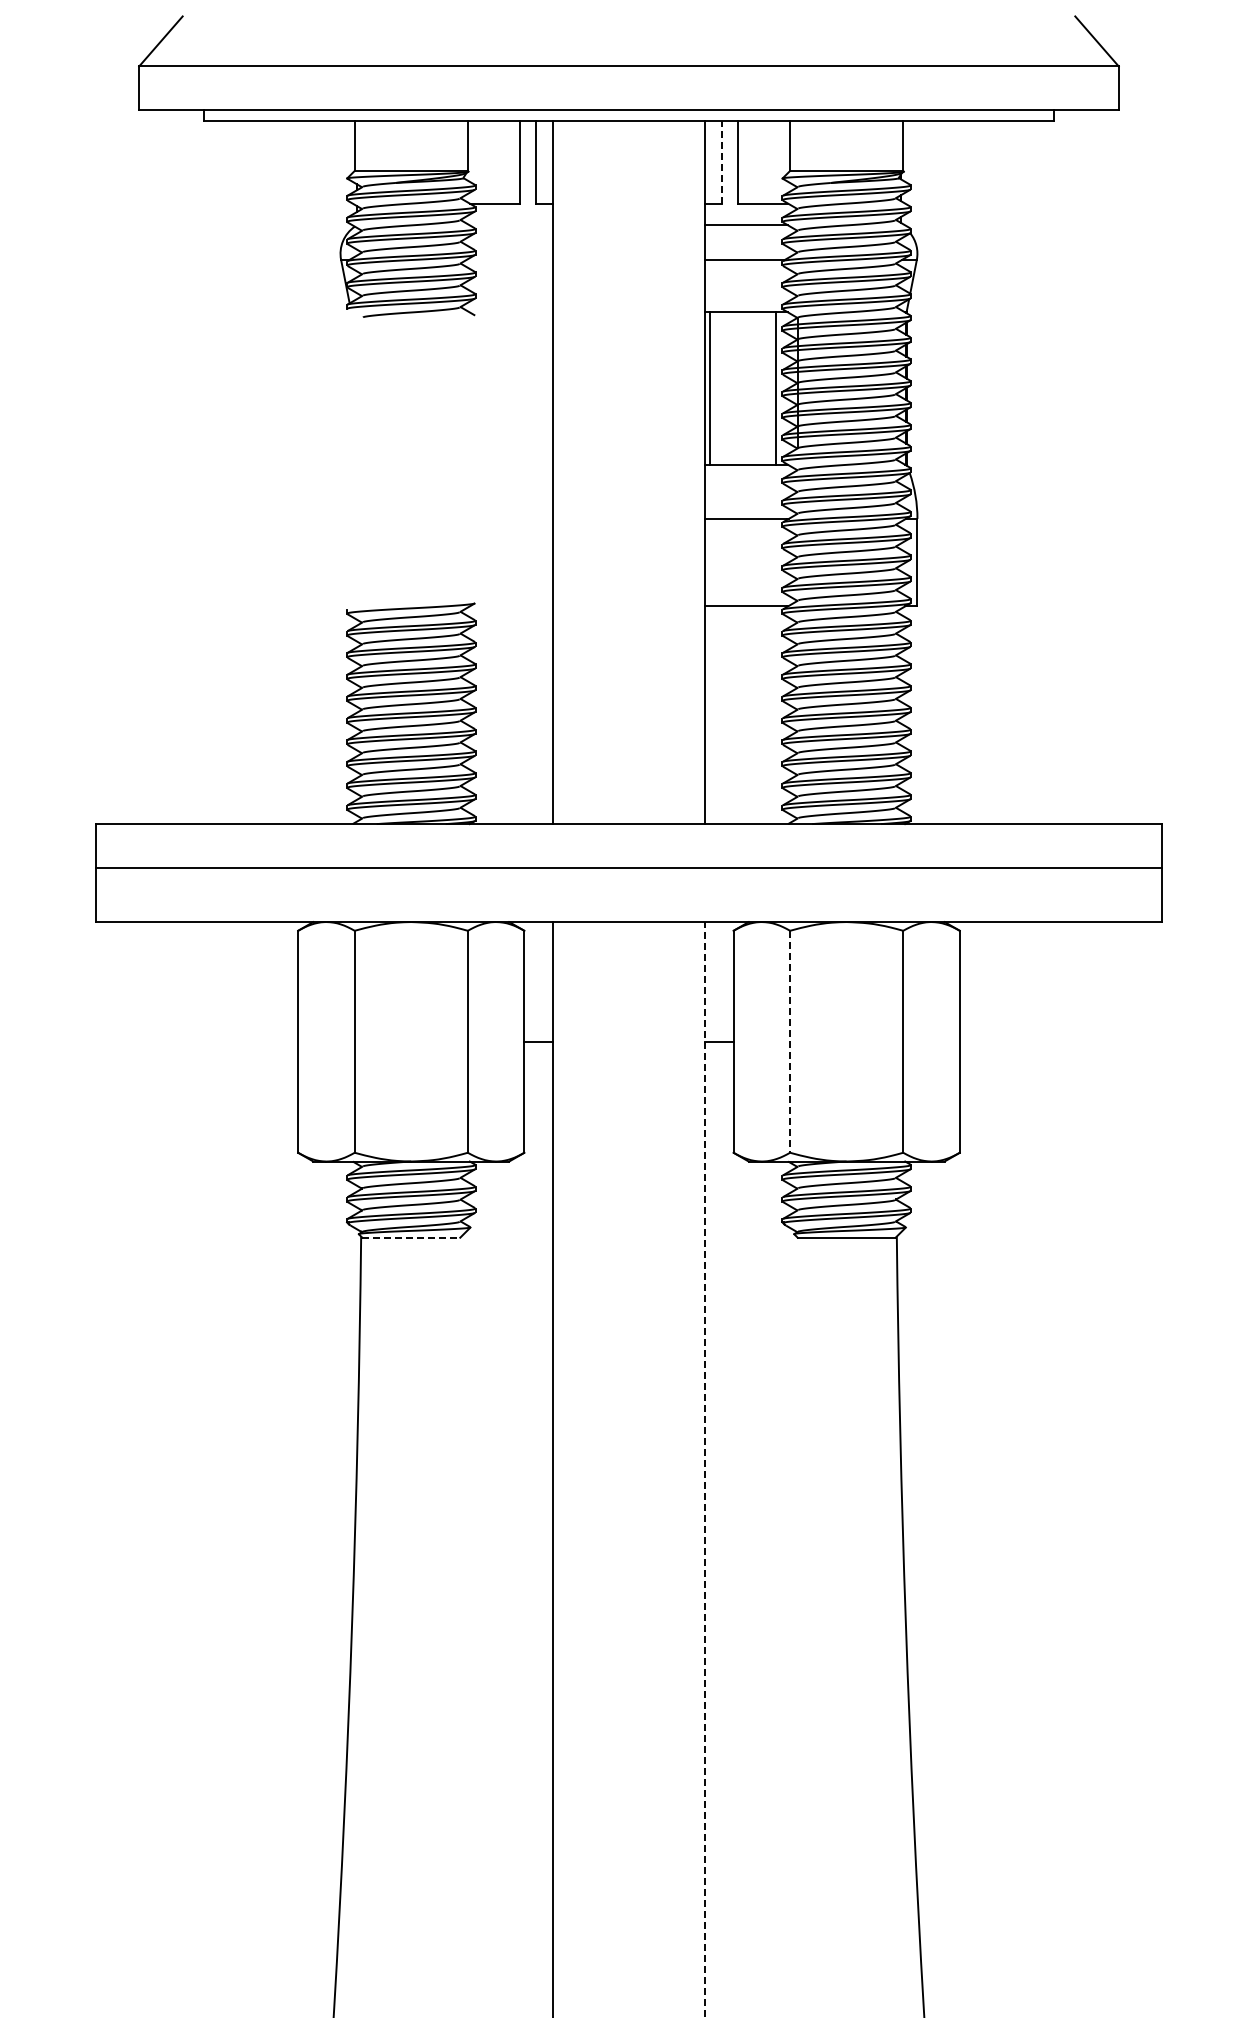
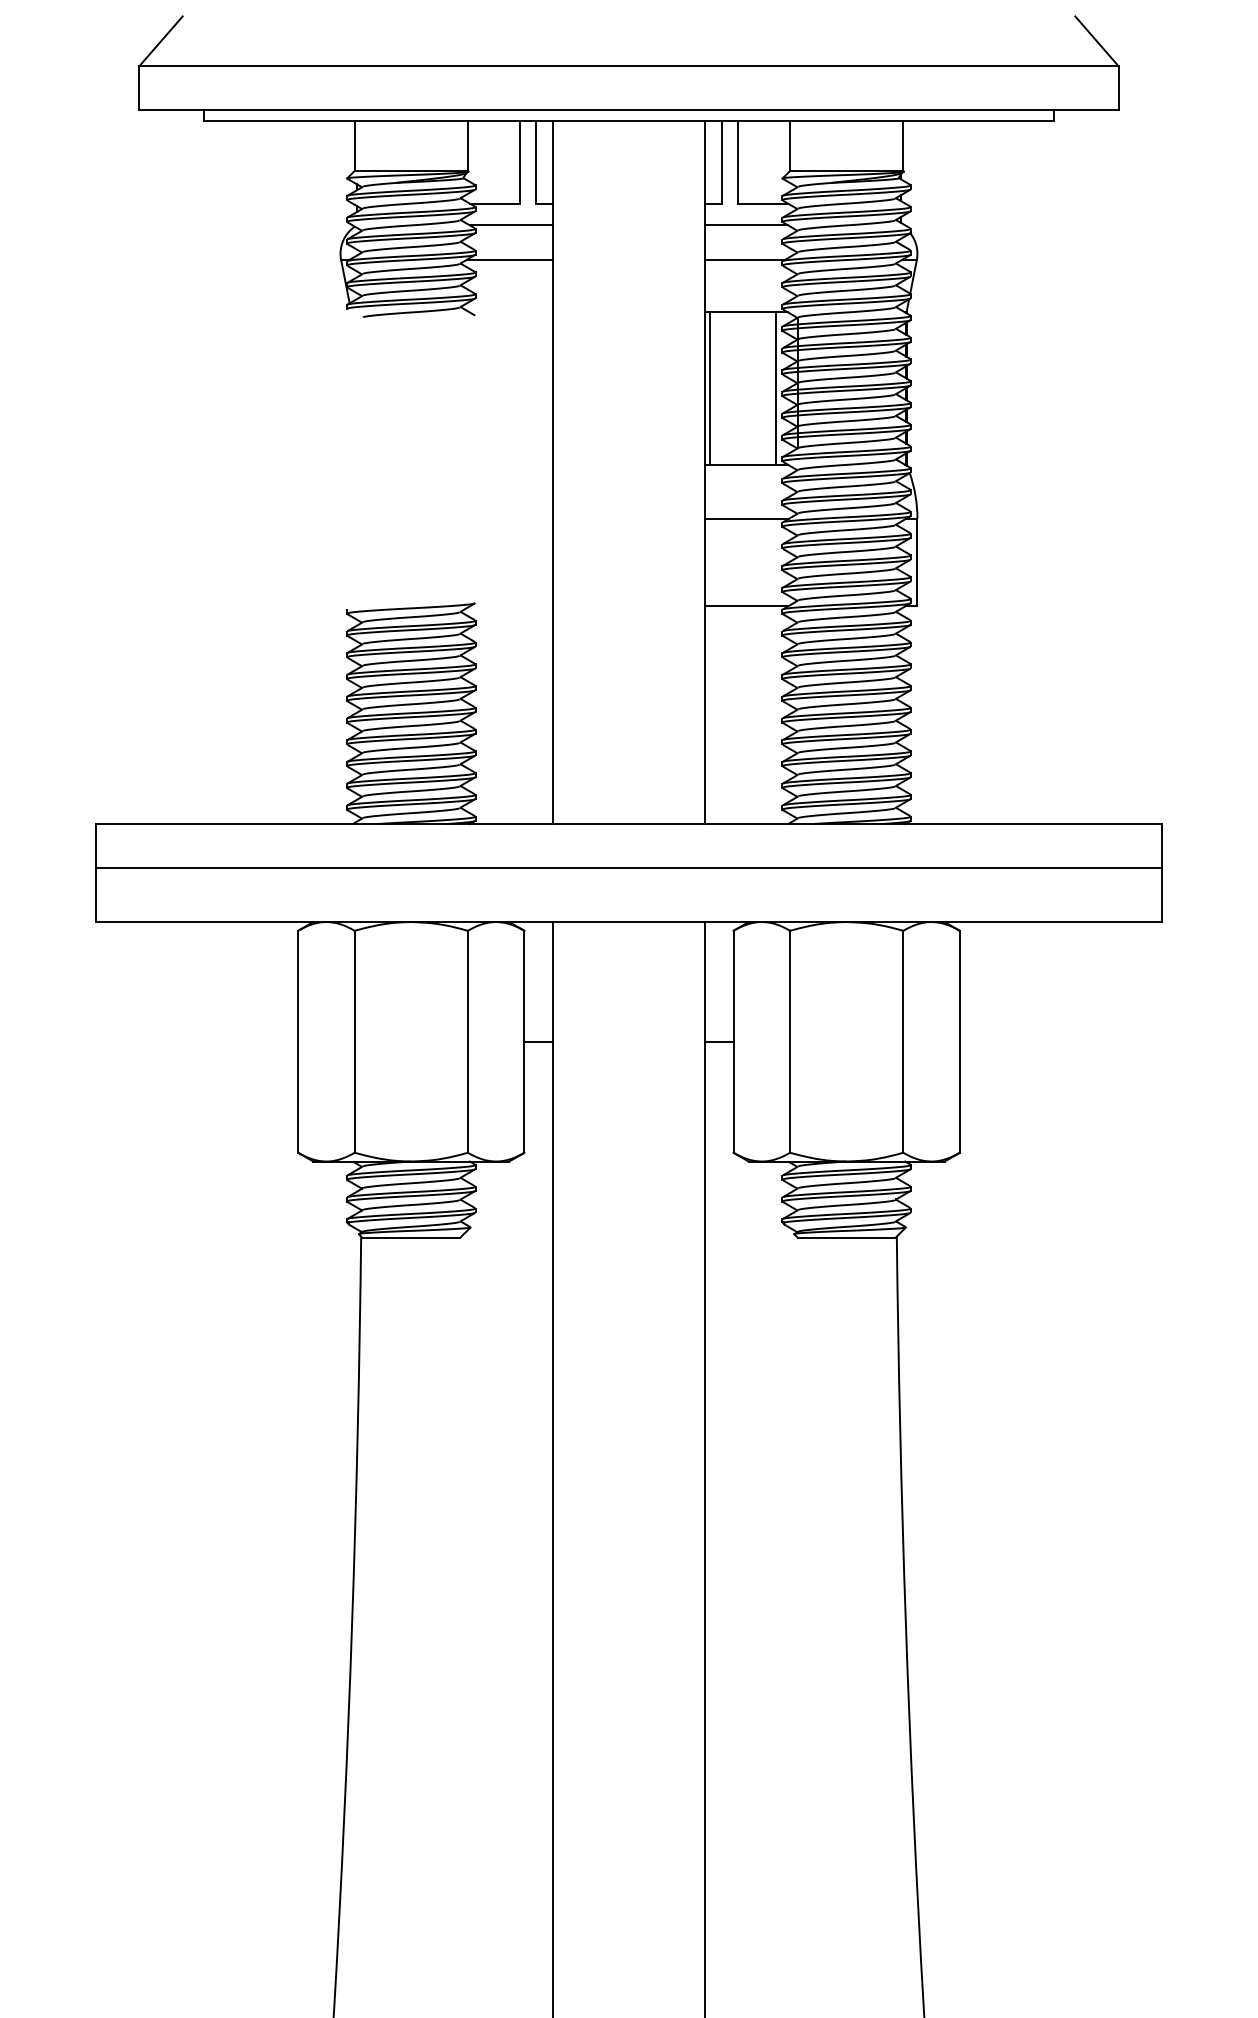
line at (721, 161): dashed -> solid
line at (510, 225): none -> present
line at (509, 259): none -> present
line at (790, 1041): dashed -> solid
line at (411, 1237): dashed -> solid
line at (705, 1469): dashed -> solid
